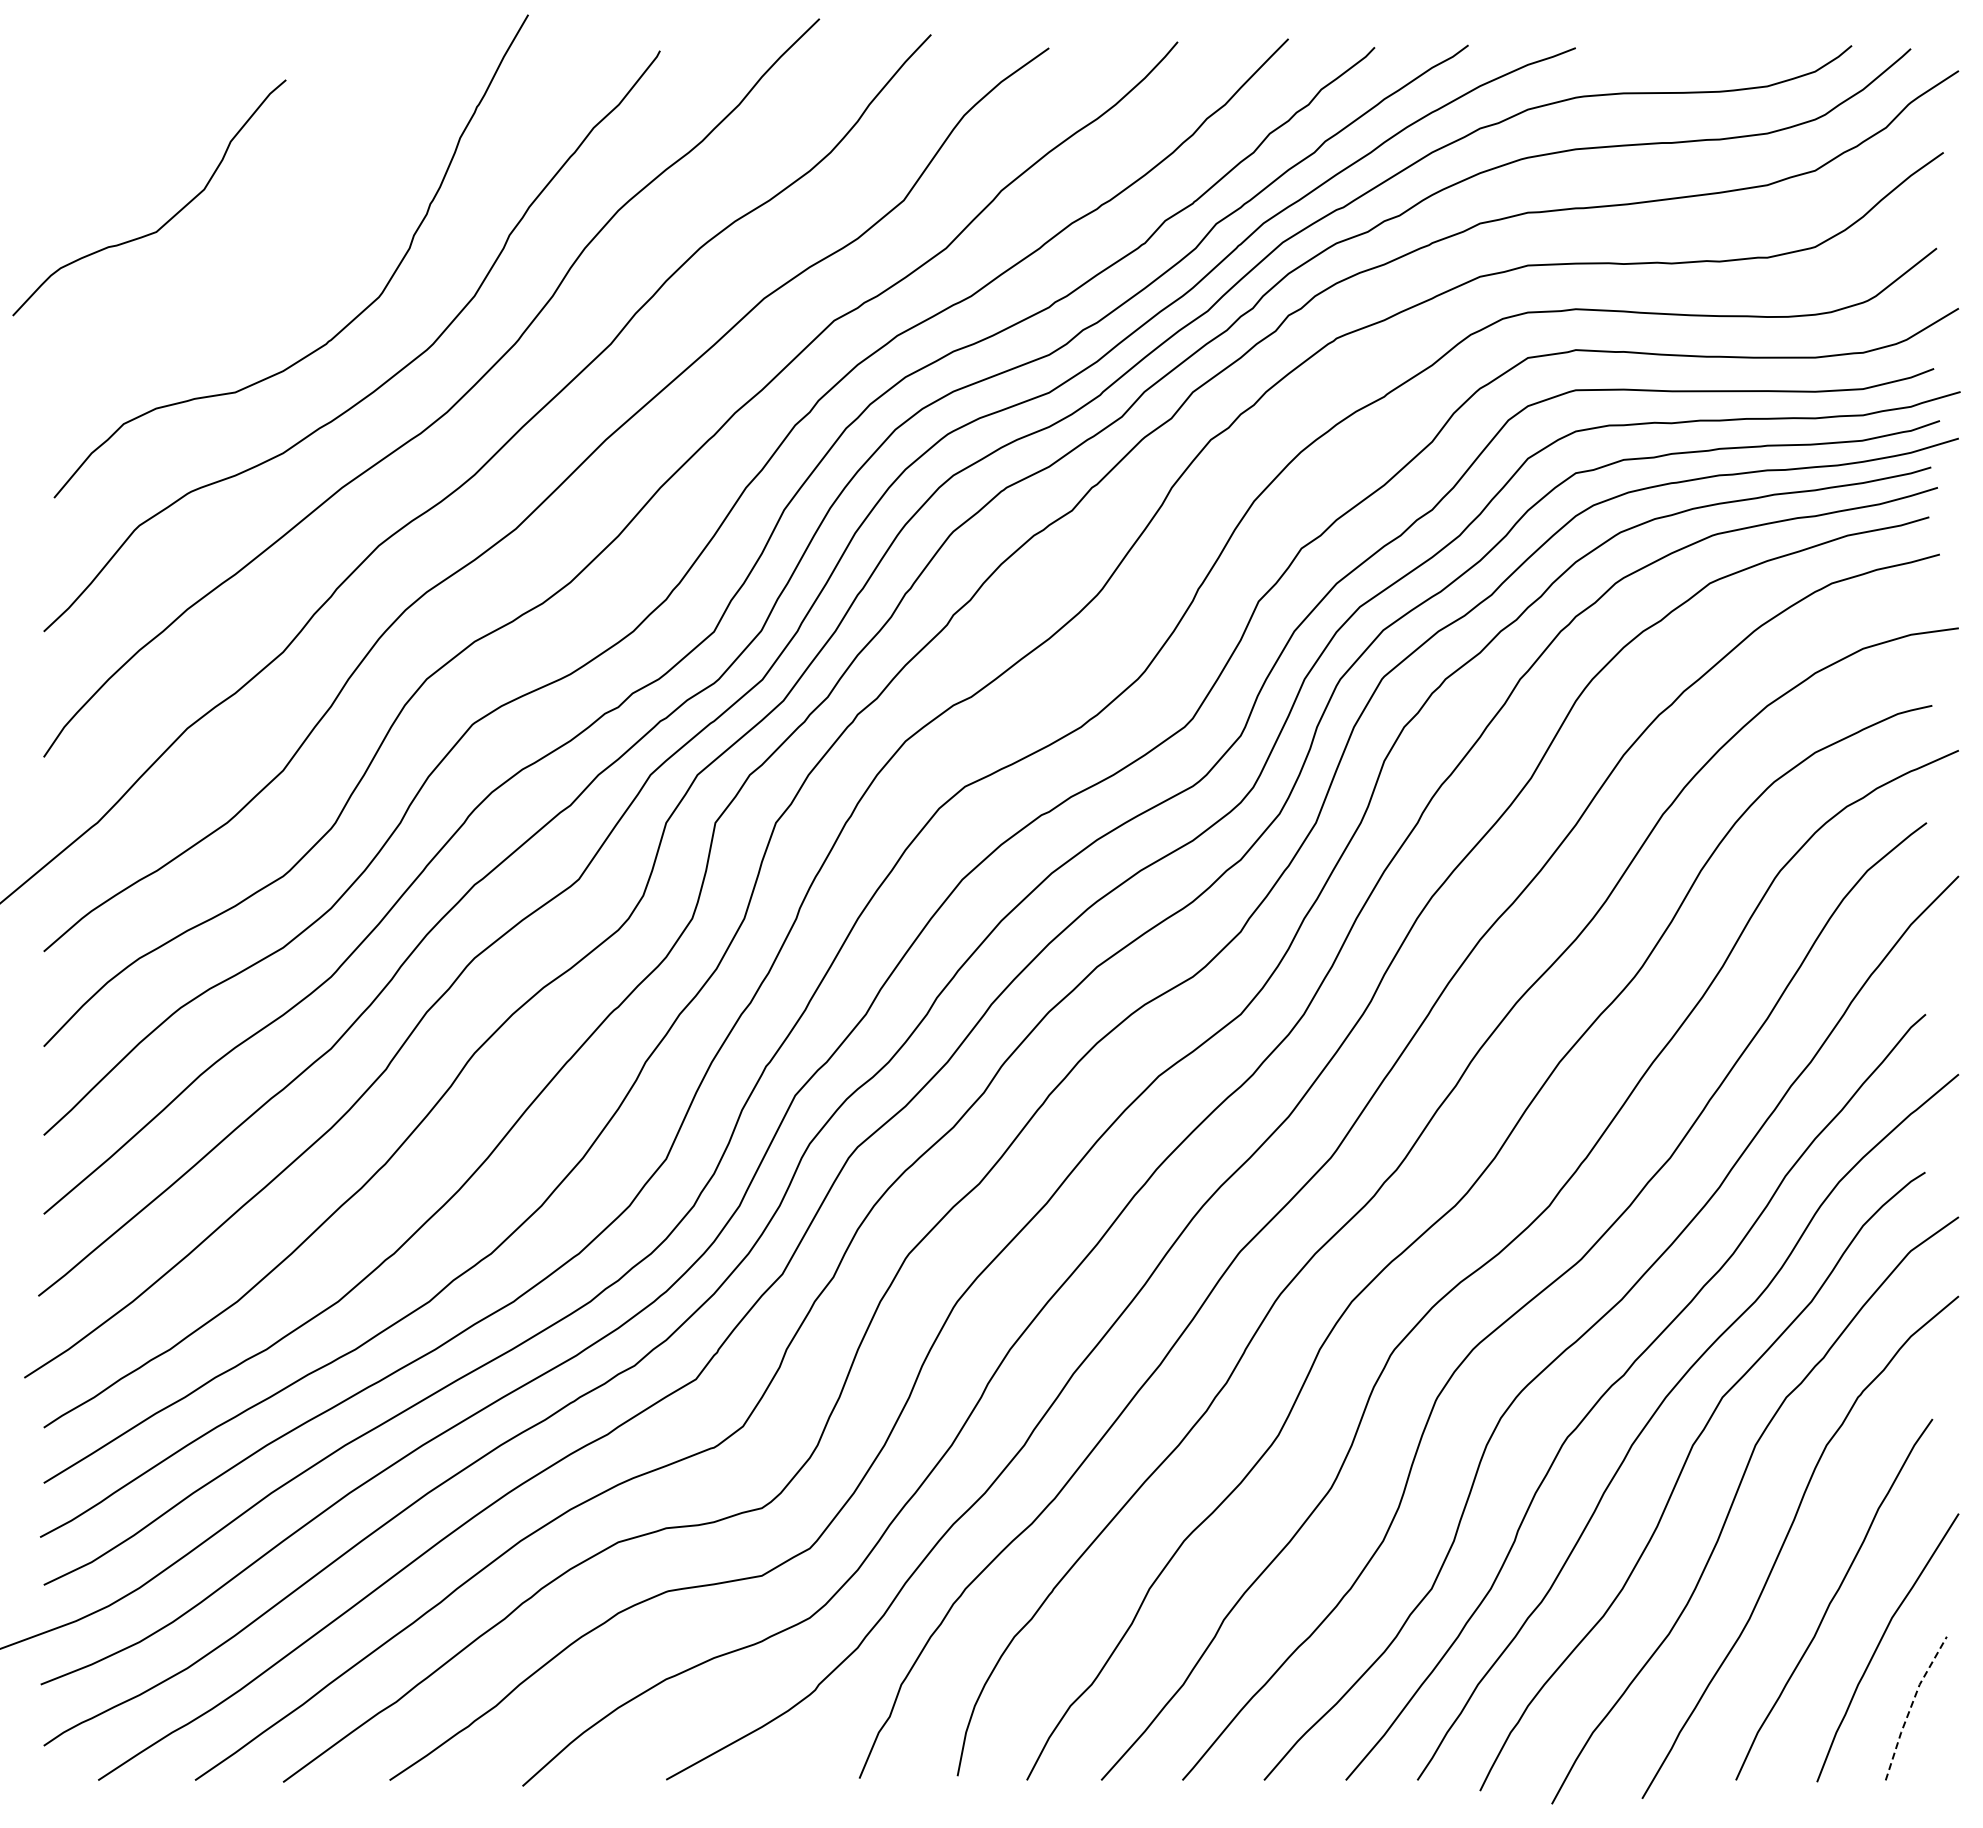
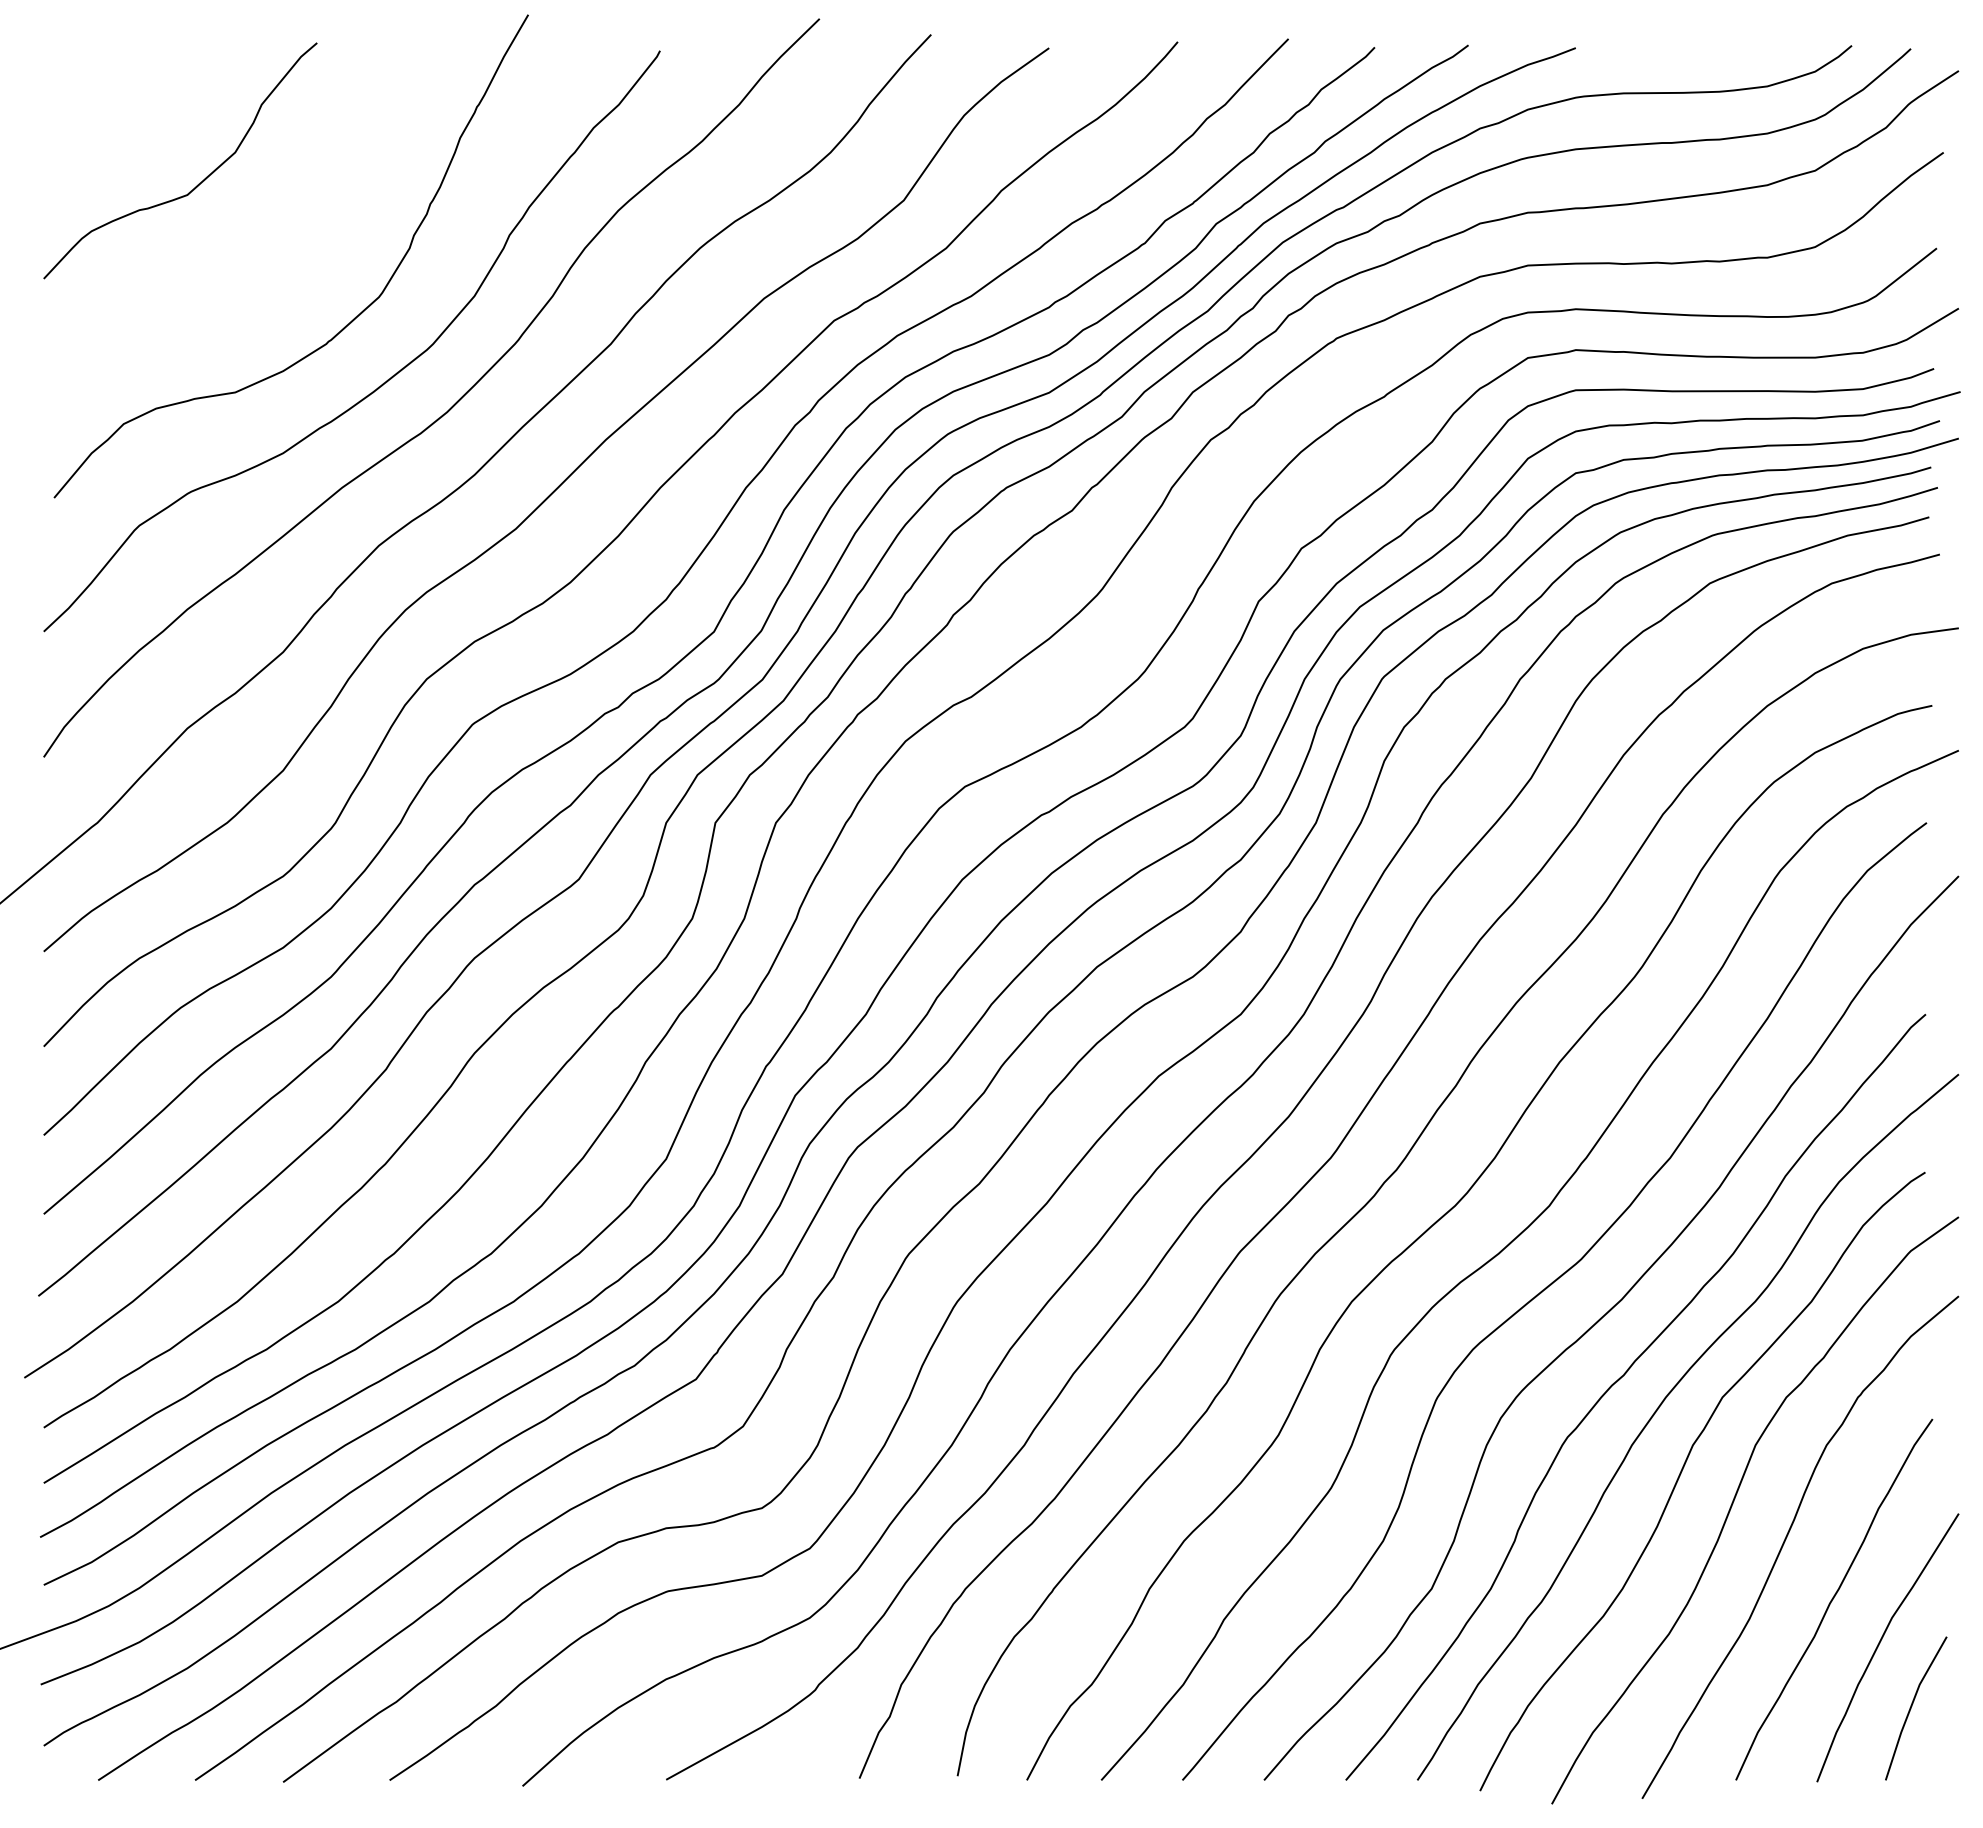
curve at (167, 220) position: (167, 220) -> (198, 183)
line at (1911, 1705): dashed -> solid
